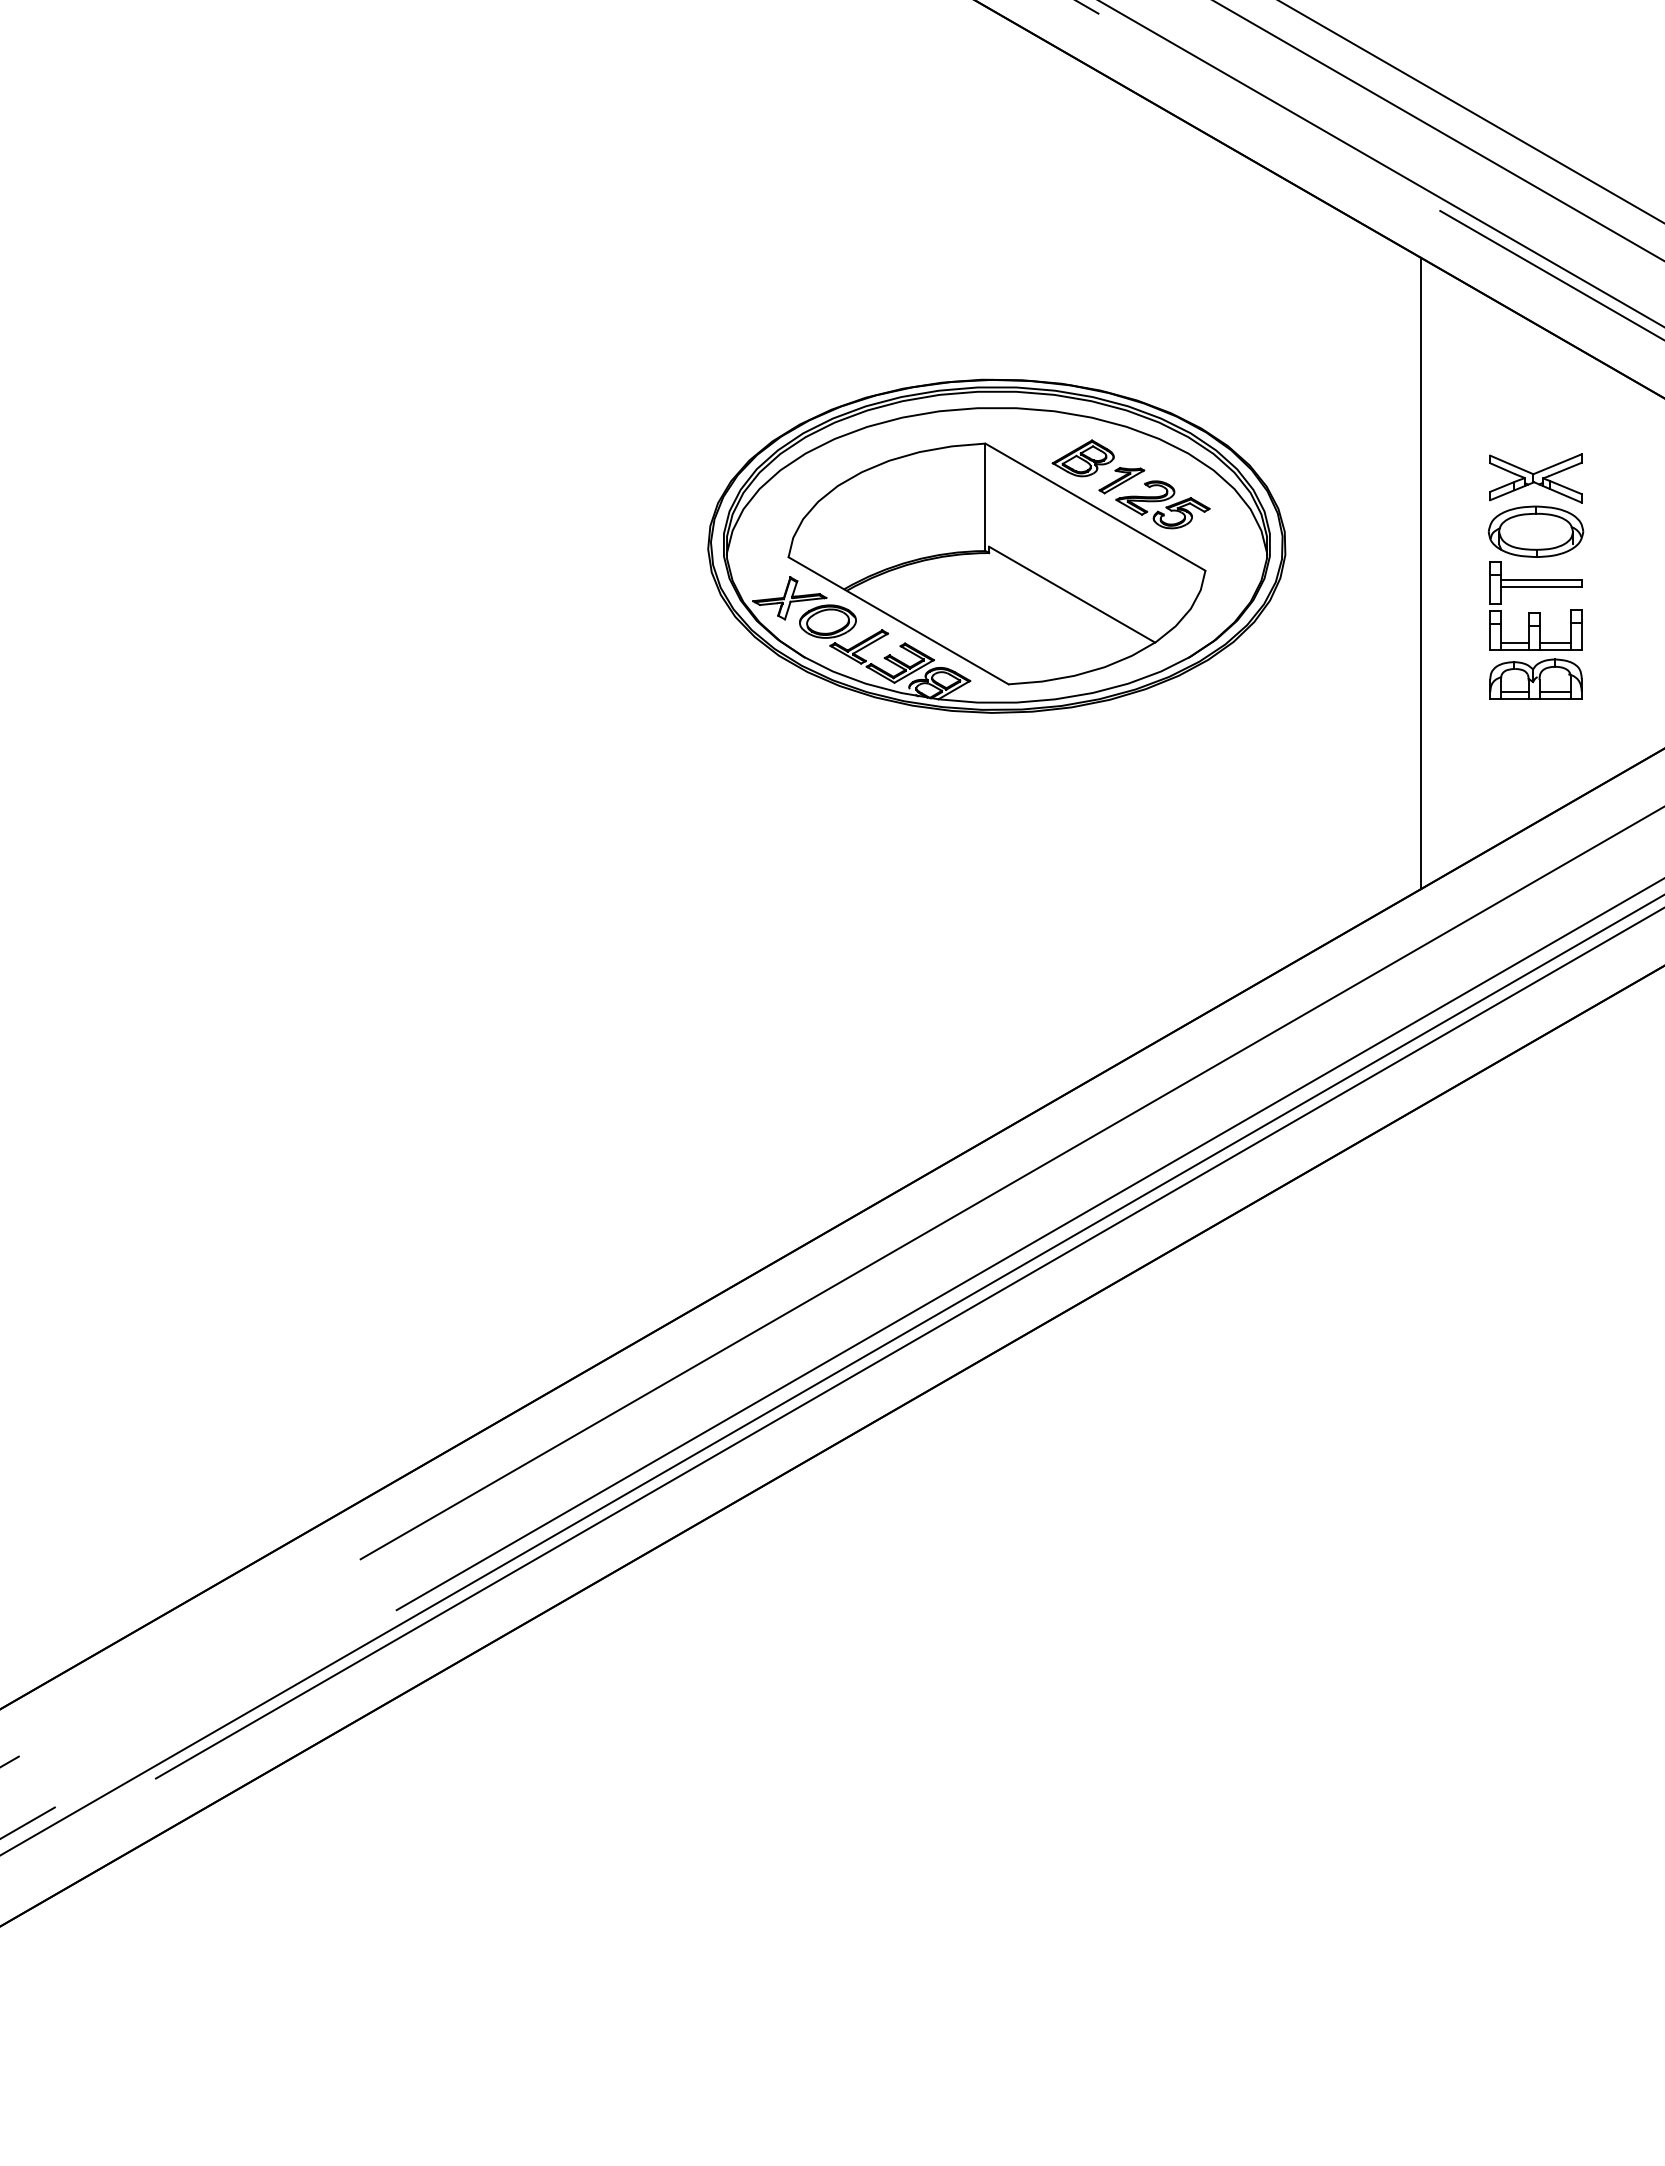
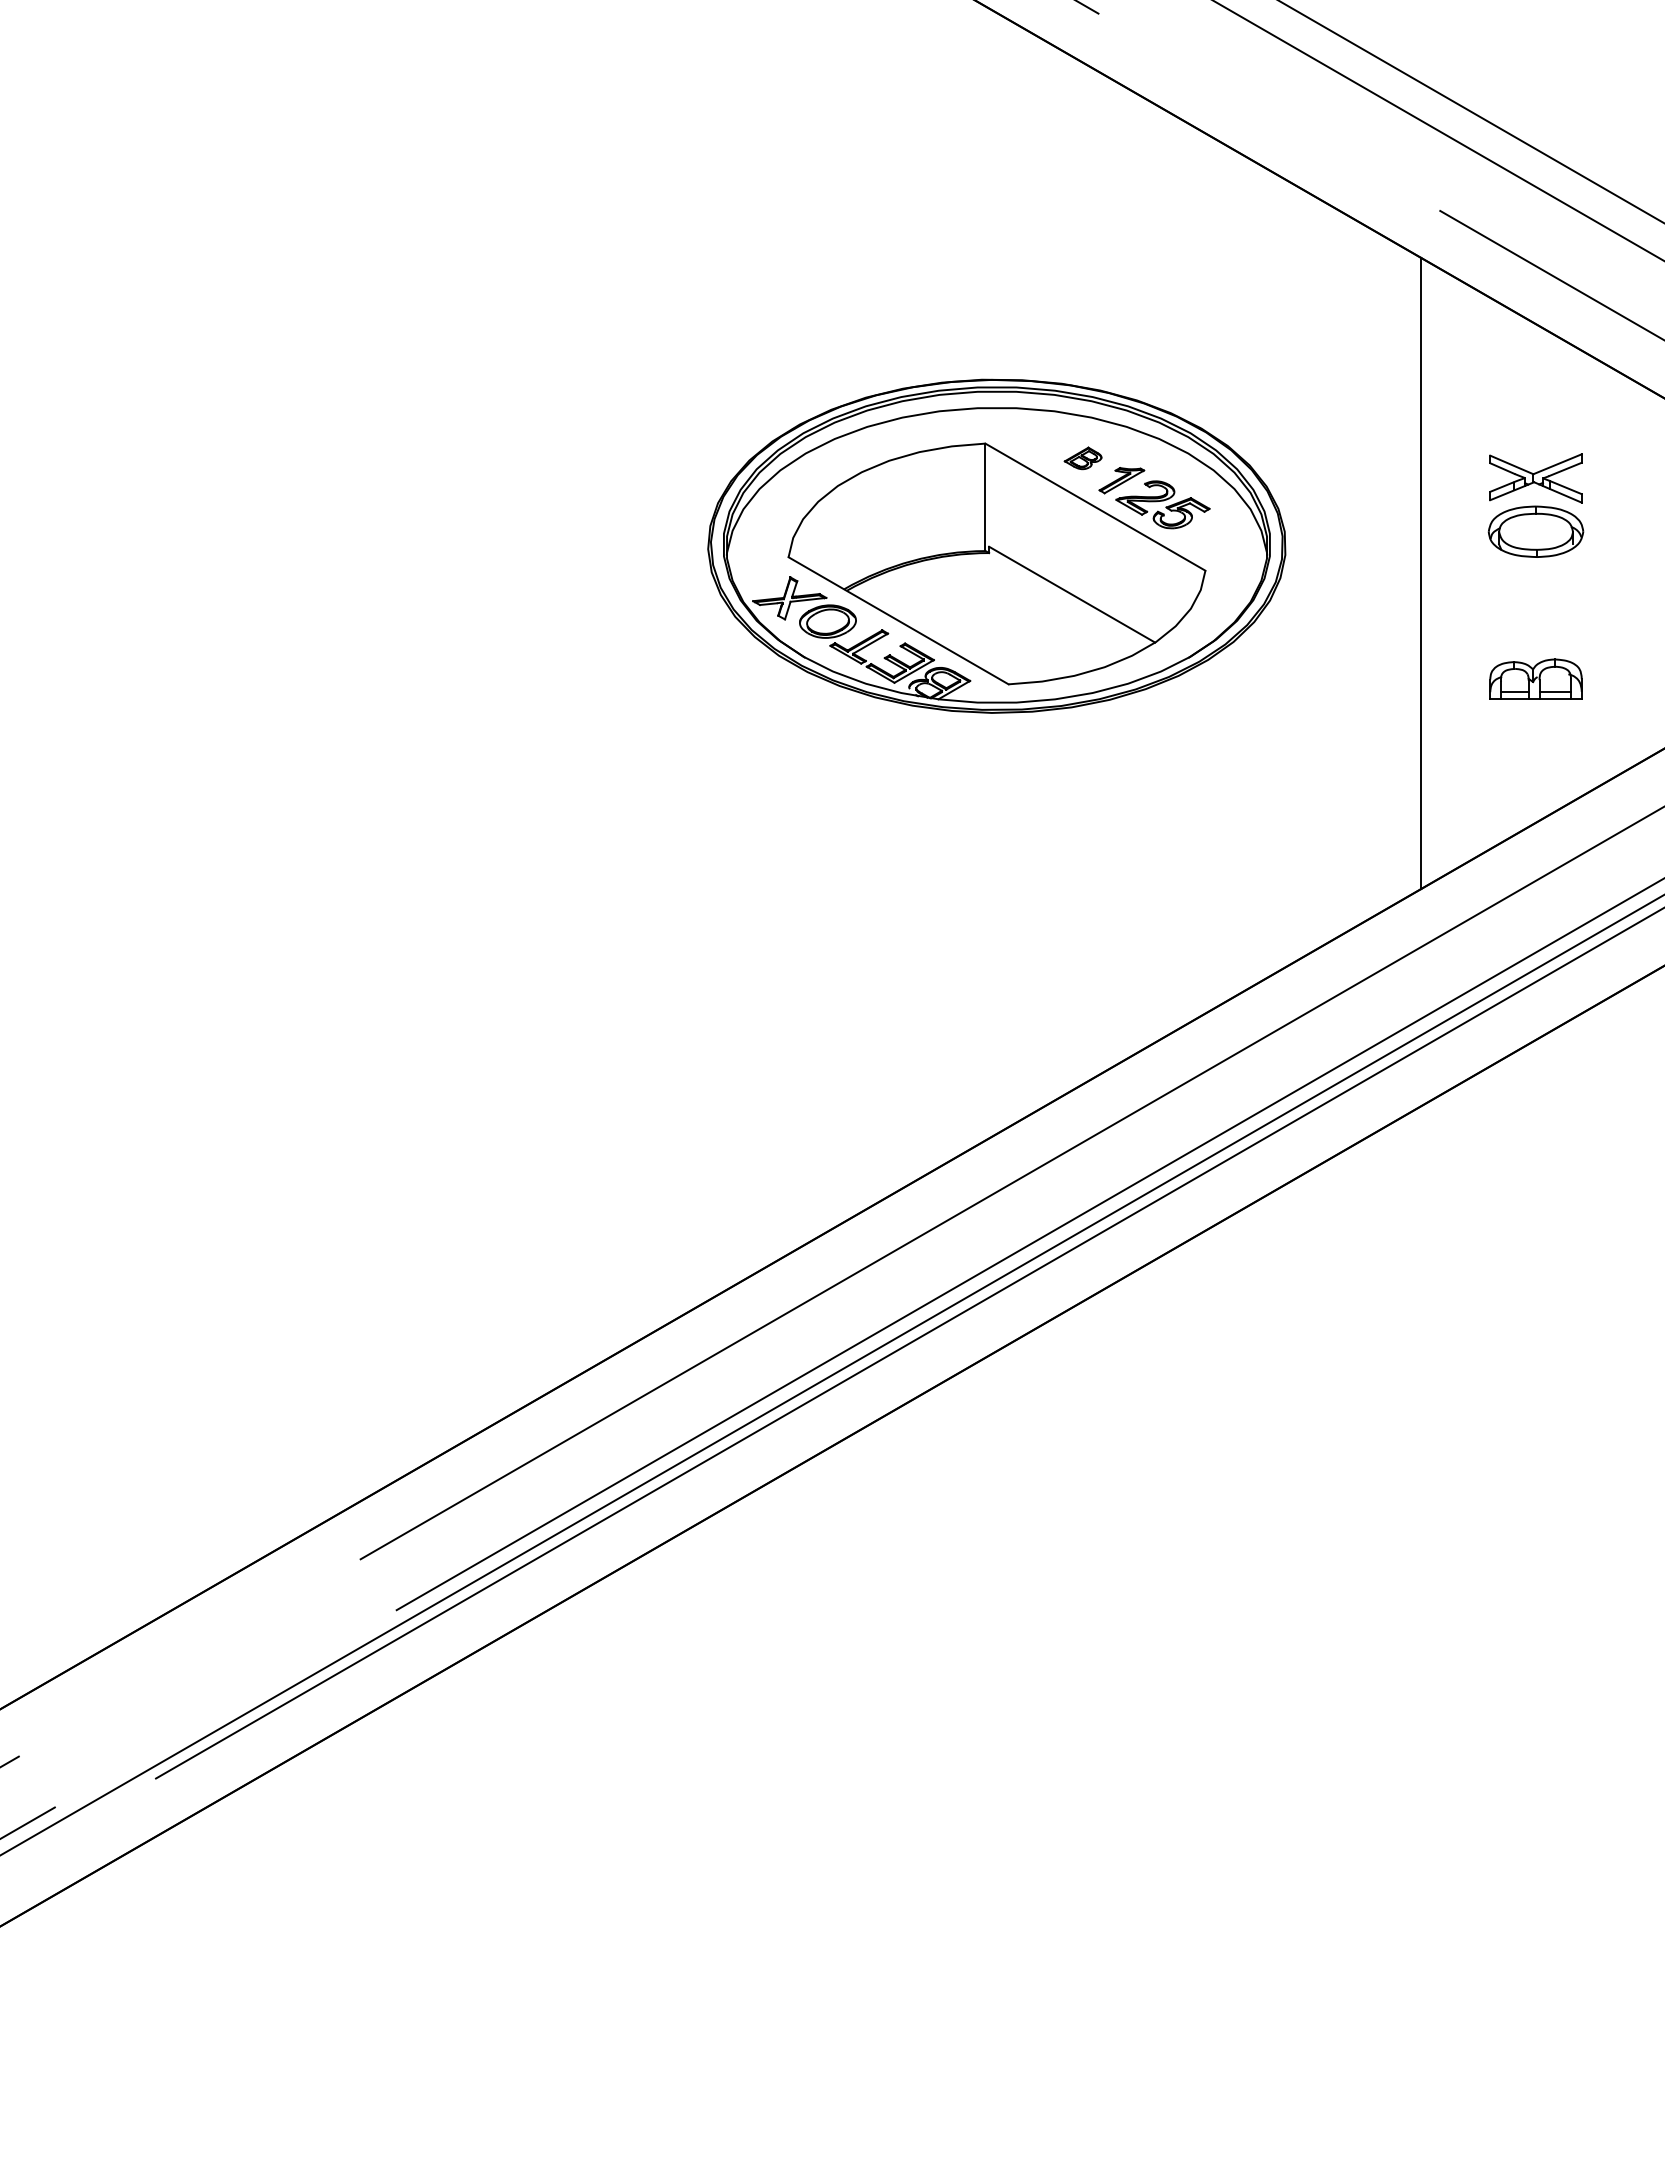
line at (1381, 163): present -> none
part at (1082, 458) size: 64x39 px -> 40x25 px
part at (1535, 612): present -> none
